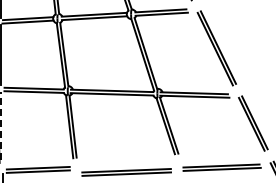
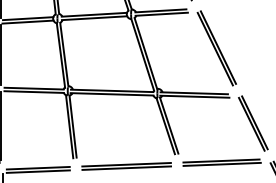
line at (1, 125): dashed -> solid
part at (221, 167) position: (221, 167) -> (221, 162)
part at (126, 172) position: (126, 172) -> (126, 166)
